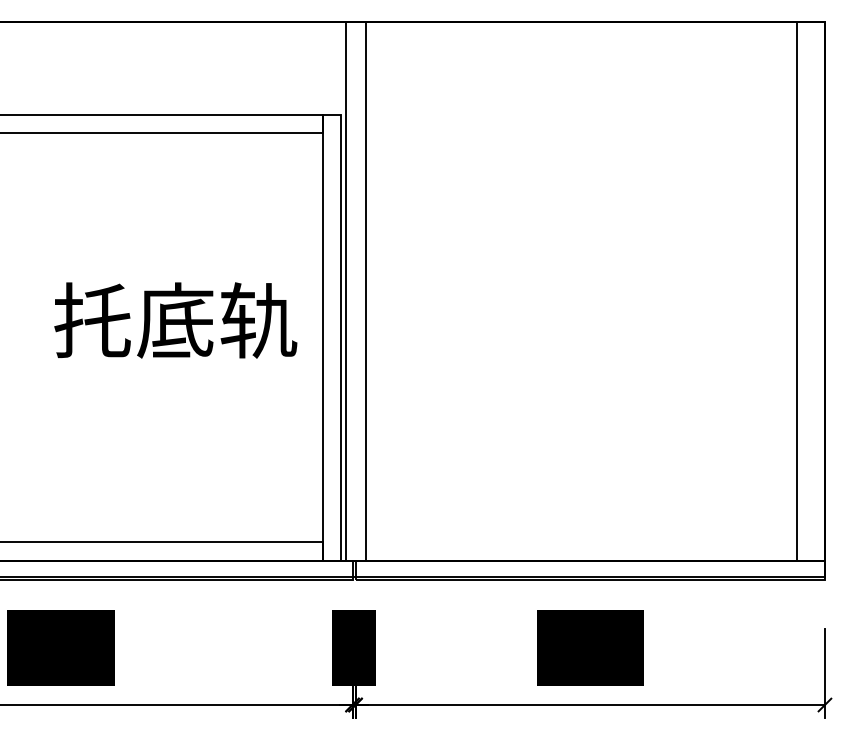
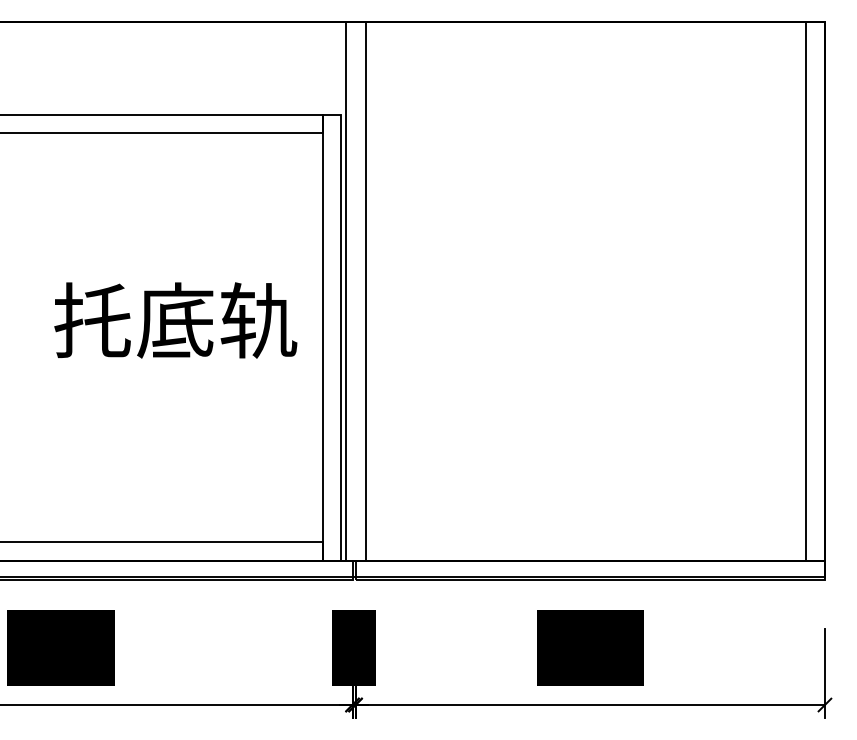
line at (796, 291) position: (796, 291) -> (805, 291)
